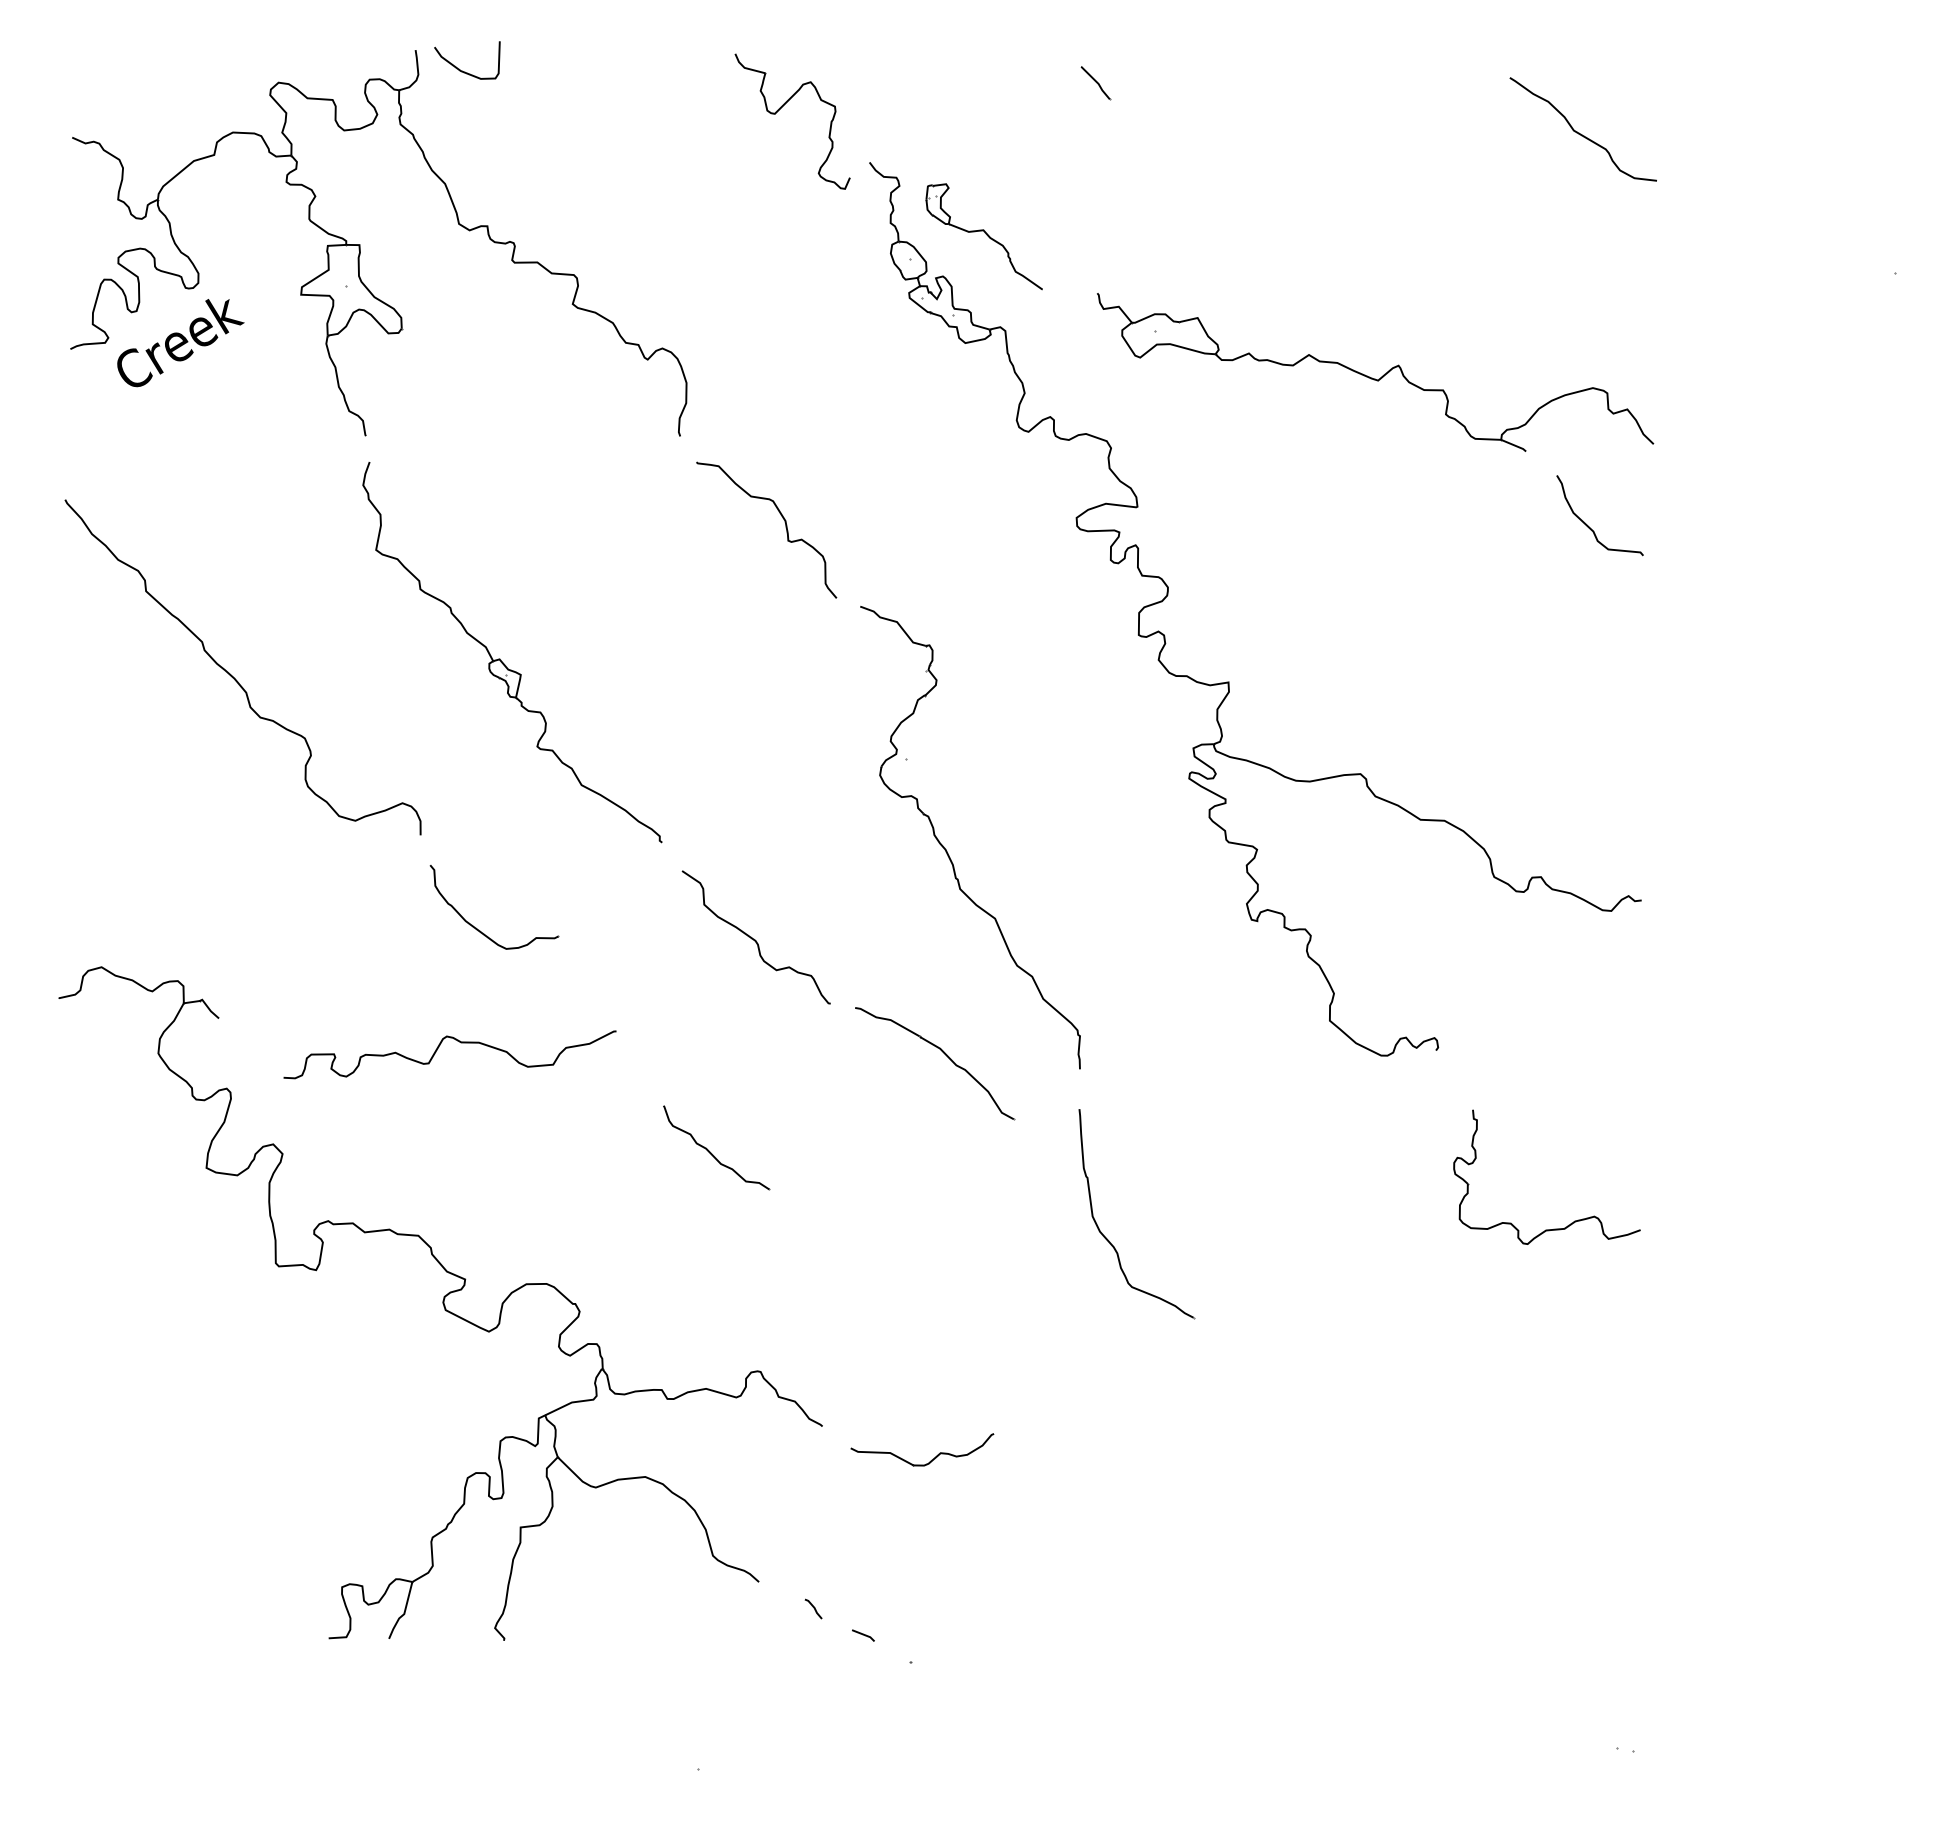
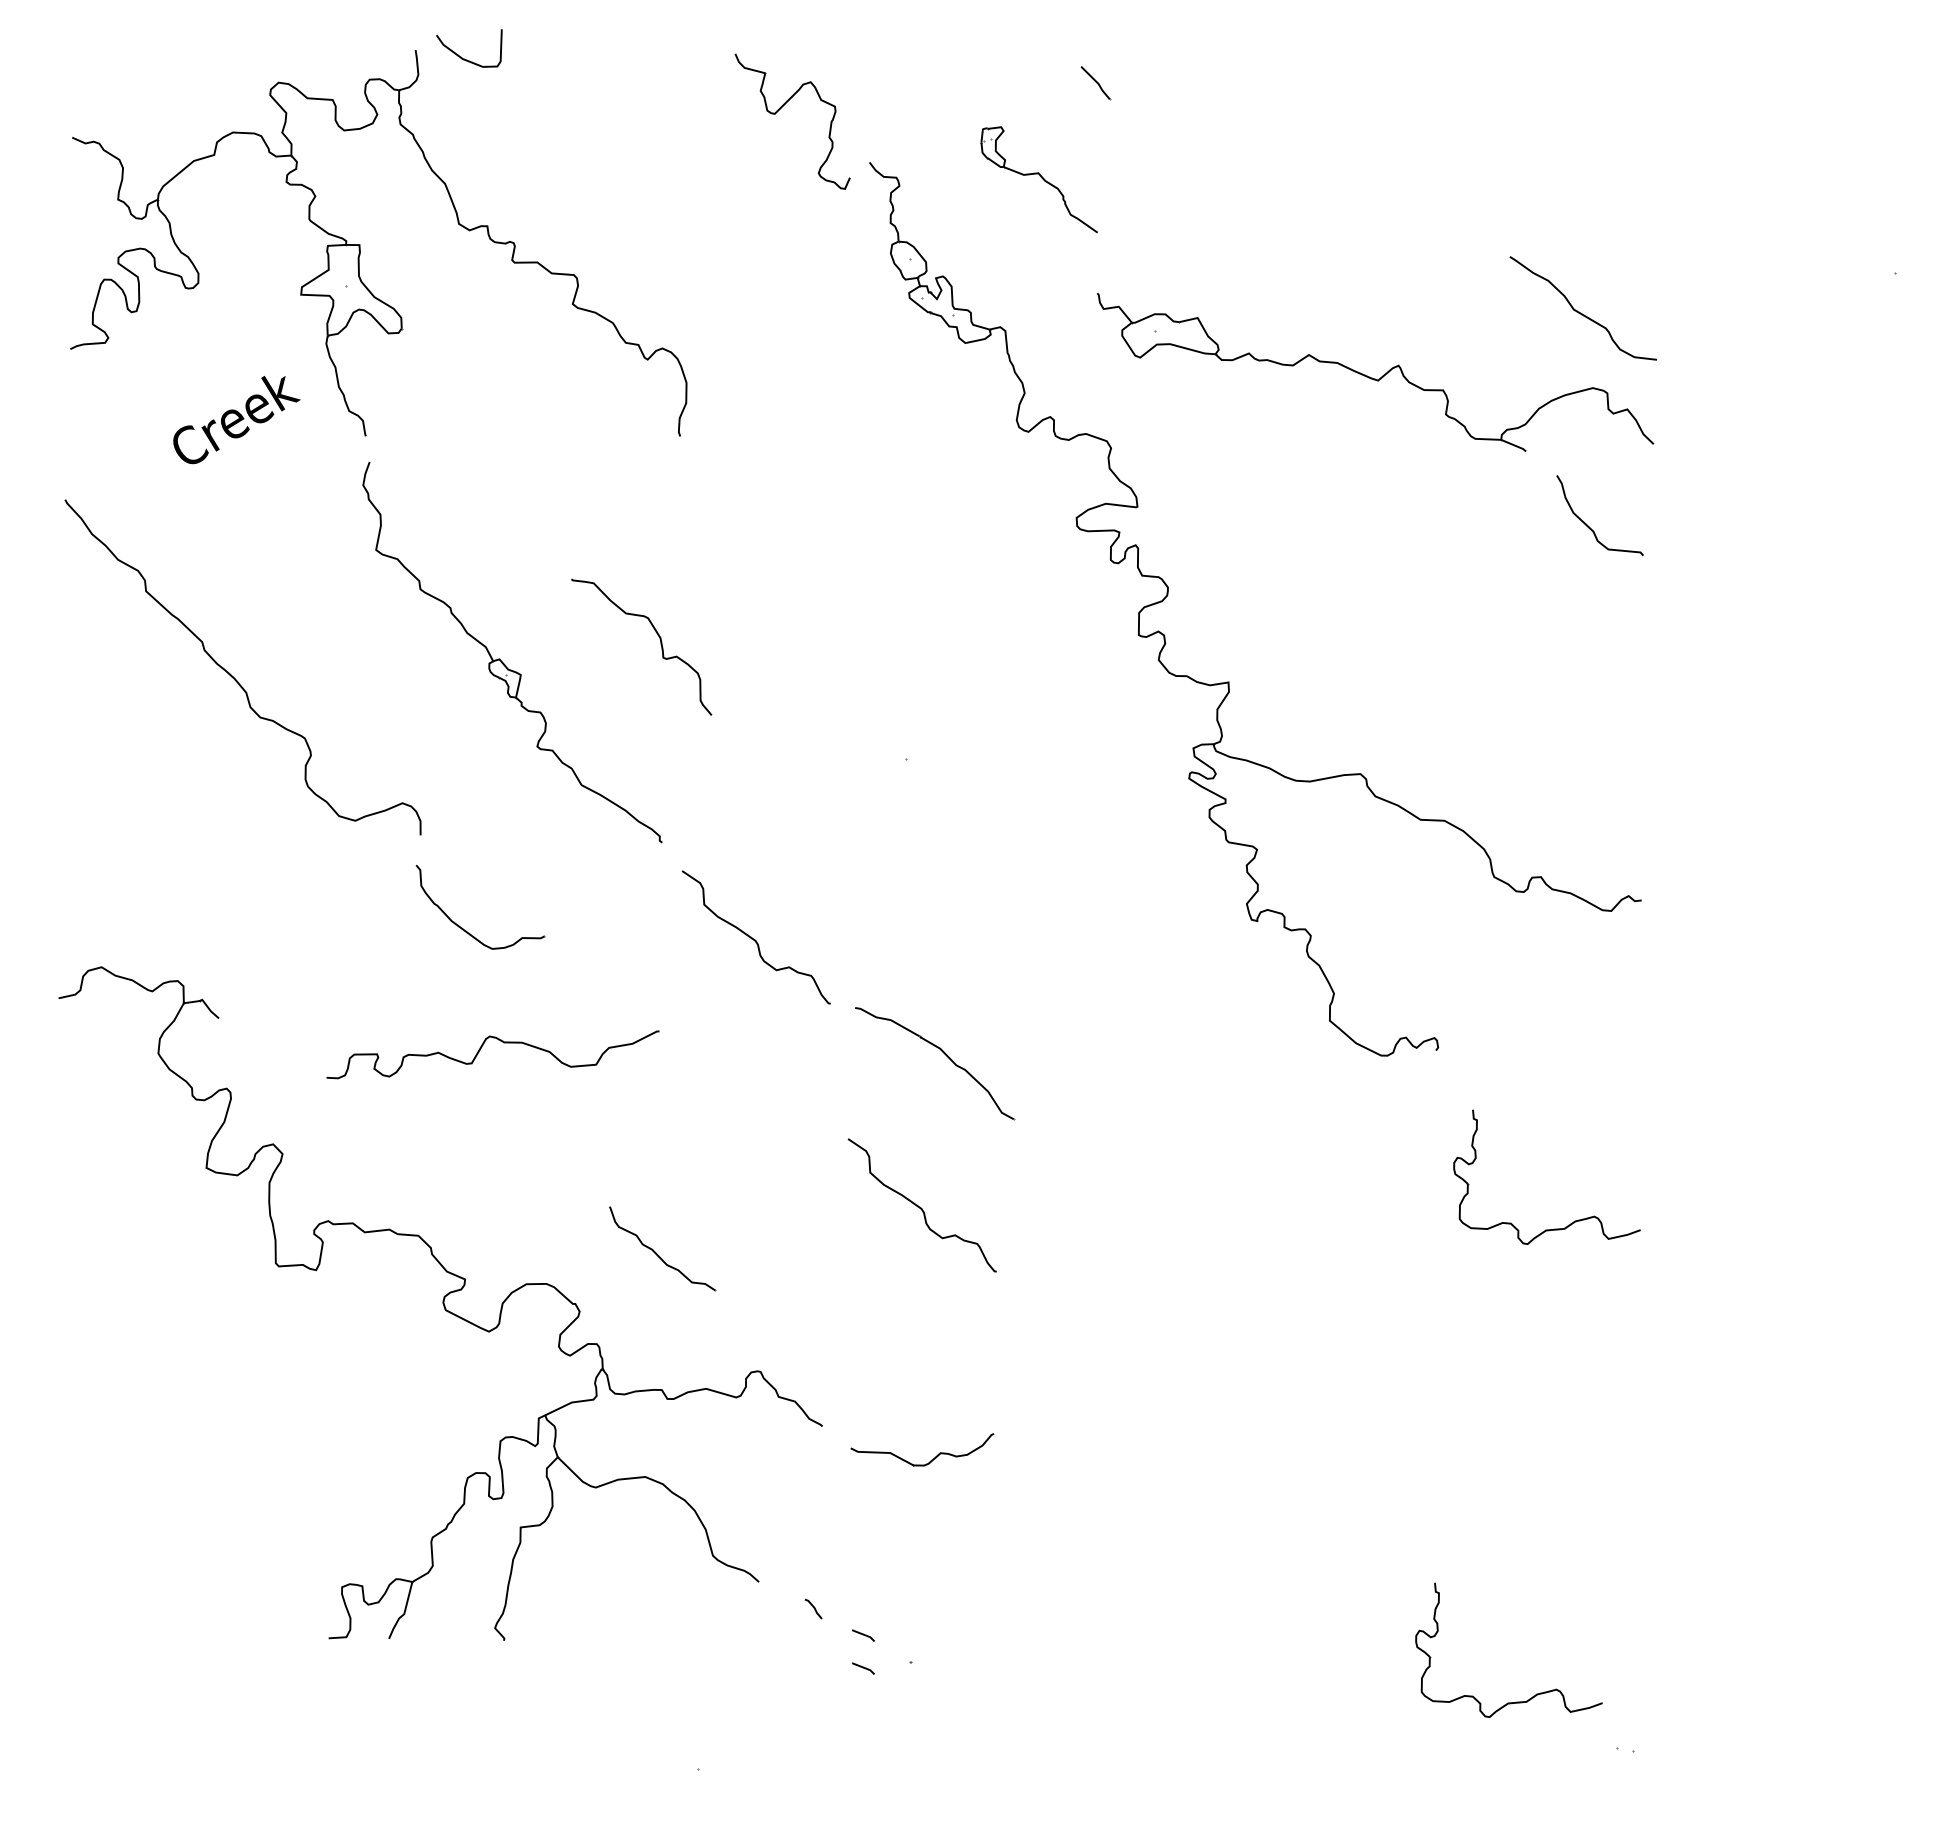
curve at (462, 70) position: (462, 70) -> (464, 58)
curve at (1579, 132) position: (1579, 132) -> (1579, 311)
part at (983, 236) position: (983, 236) -> (1038, 179)
text at (180, 343) position: (180, 343) -> (236, 420)
curve at (785, 527) position: (785, 527) -> (660, 644)
part at (946, 849): present -> none
part at (476, 927) position: (476, 927) -> (462, 927)
curve at (439, 1047) position: (439, 1047) -> (482, 1047)
part at (711, 1152) position: (711, 1152) -> (657, 1253)
curve at (921, 1207): none -> present
part at (1109, 1240): present -> none
line at (863, 1668): none -> present
part at (1536, 1693): none -> present
